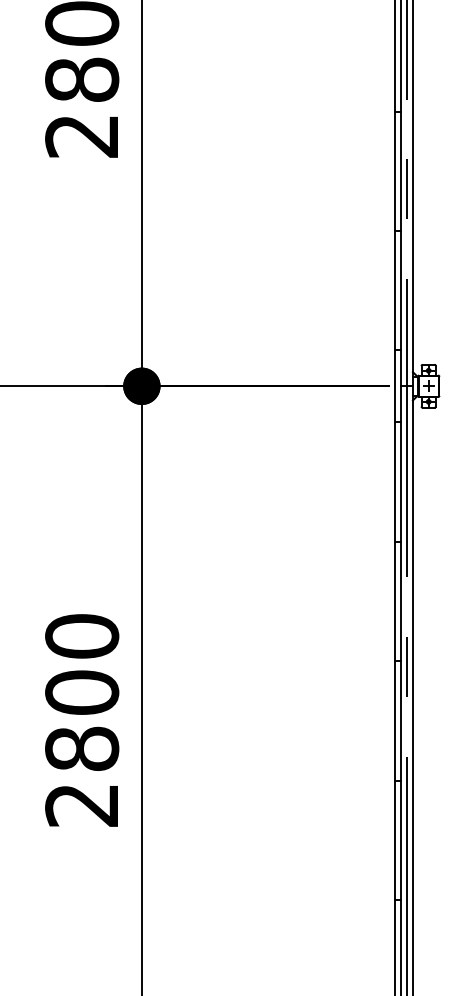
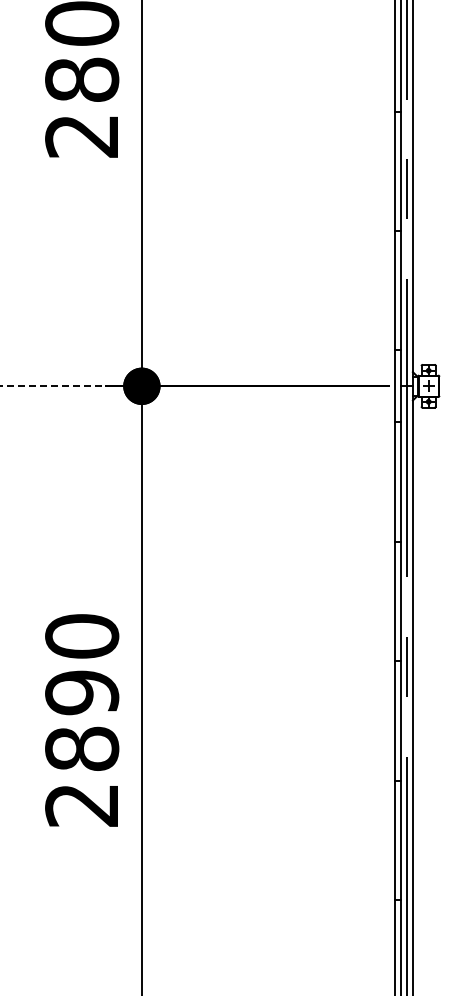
line at (56, 386): solid -> dashed
text at (82, 692): 2800 -> 2890
